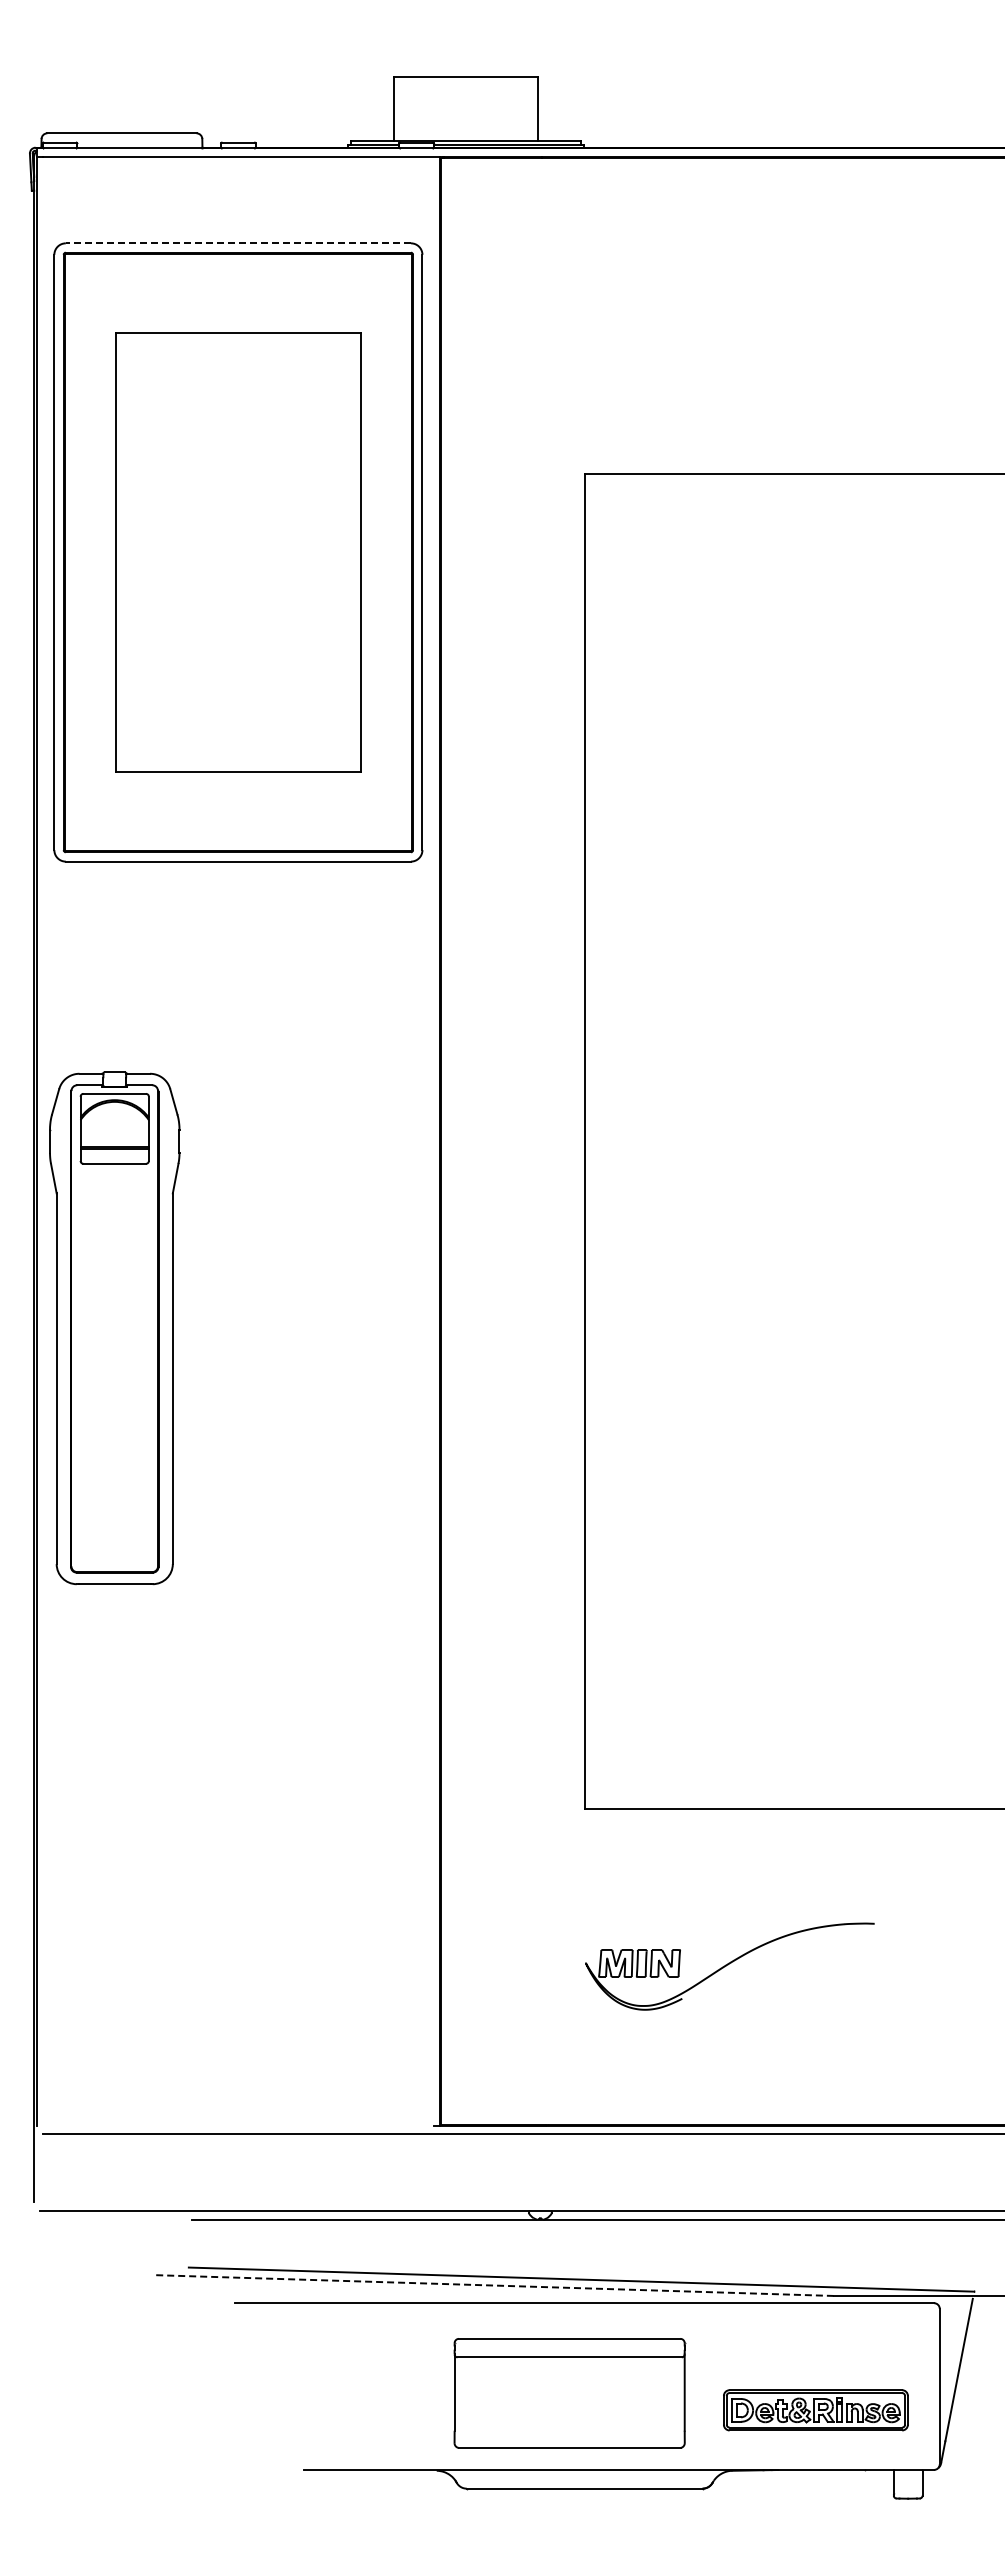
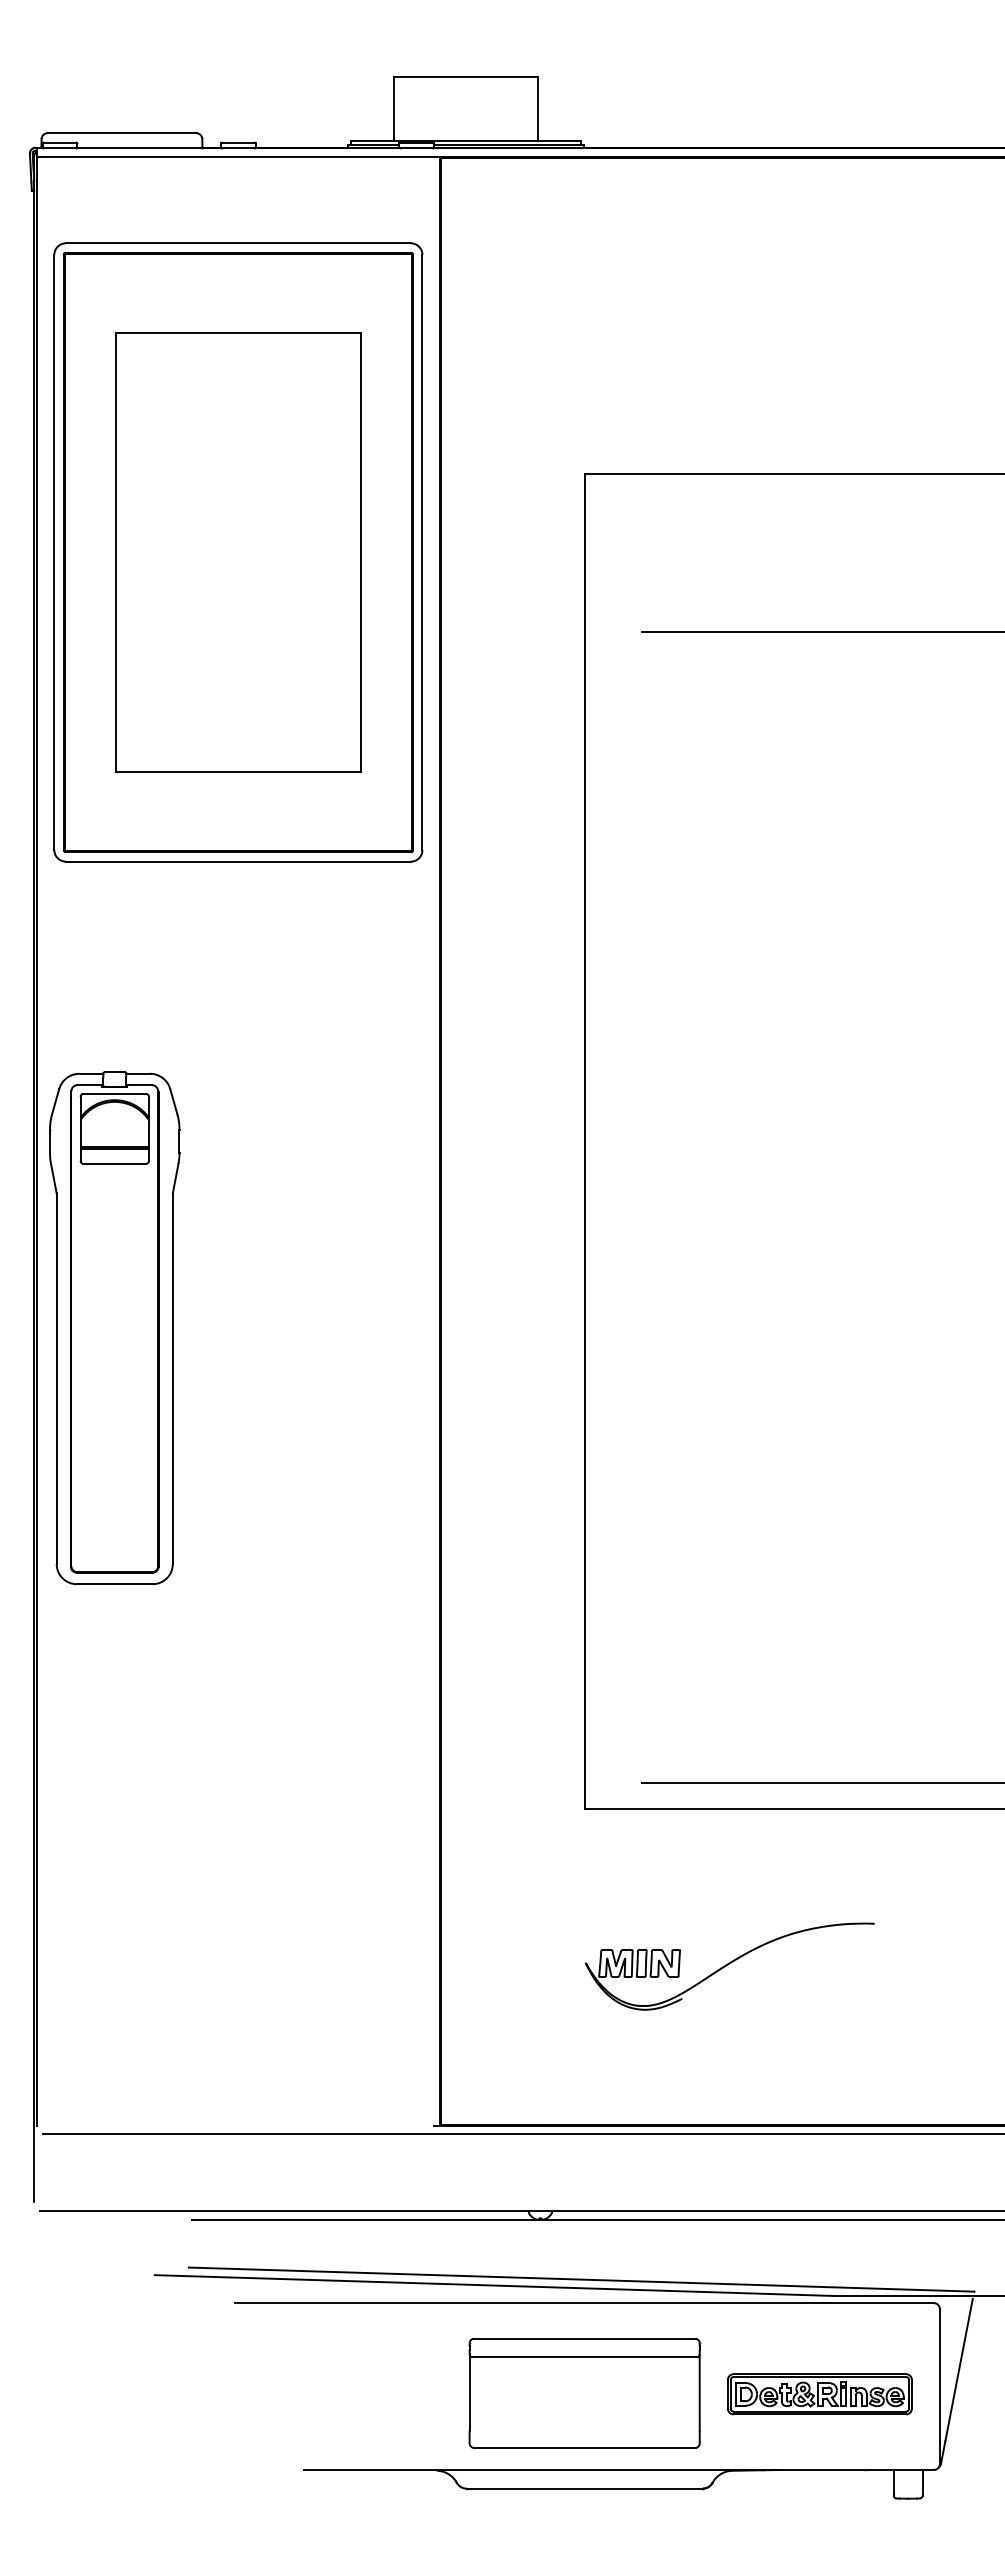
line at (238, 243): dashed -> solid
line at (821, 632): none -> present
line at (821, 1782): none -> present
line at (494, 2285): dashed -> solid
part at (569, 2393) position: (569, 2393) -> (584, 2393)
part at (815, 2410) position: (815, 2410) -> (819, 2394)
